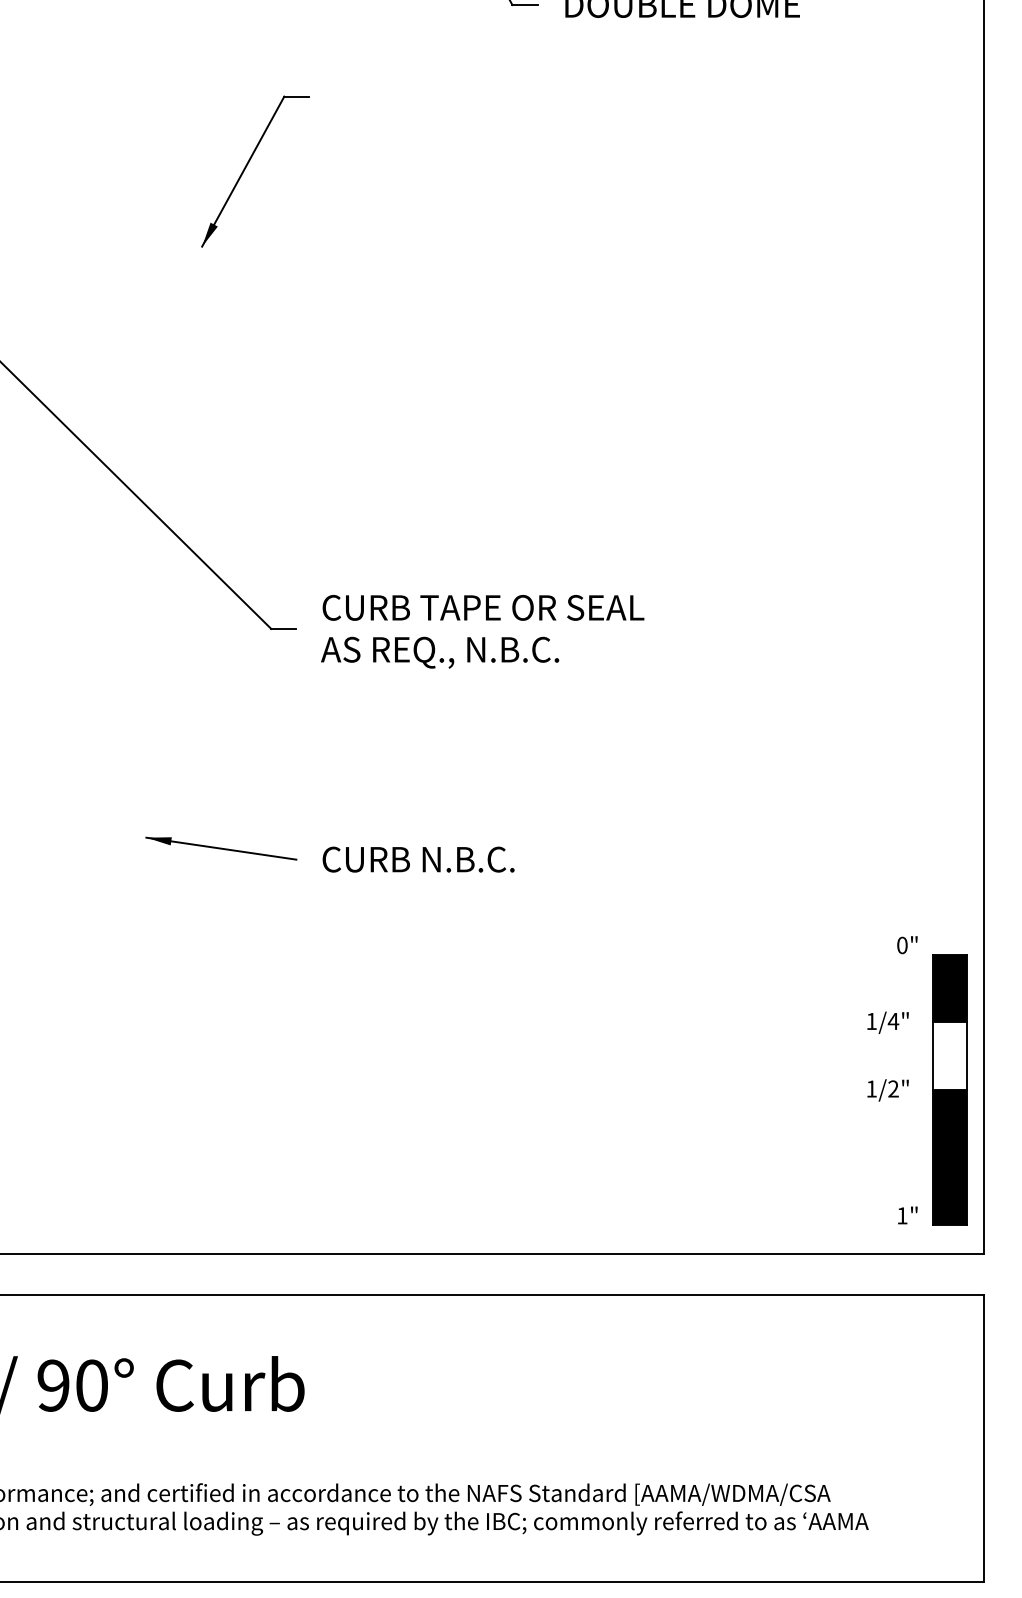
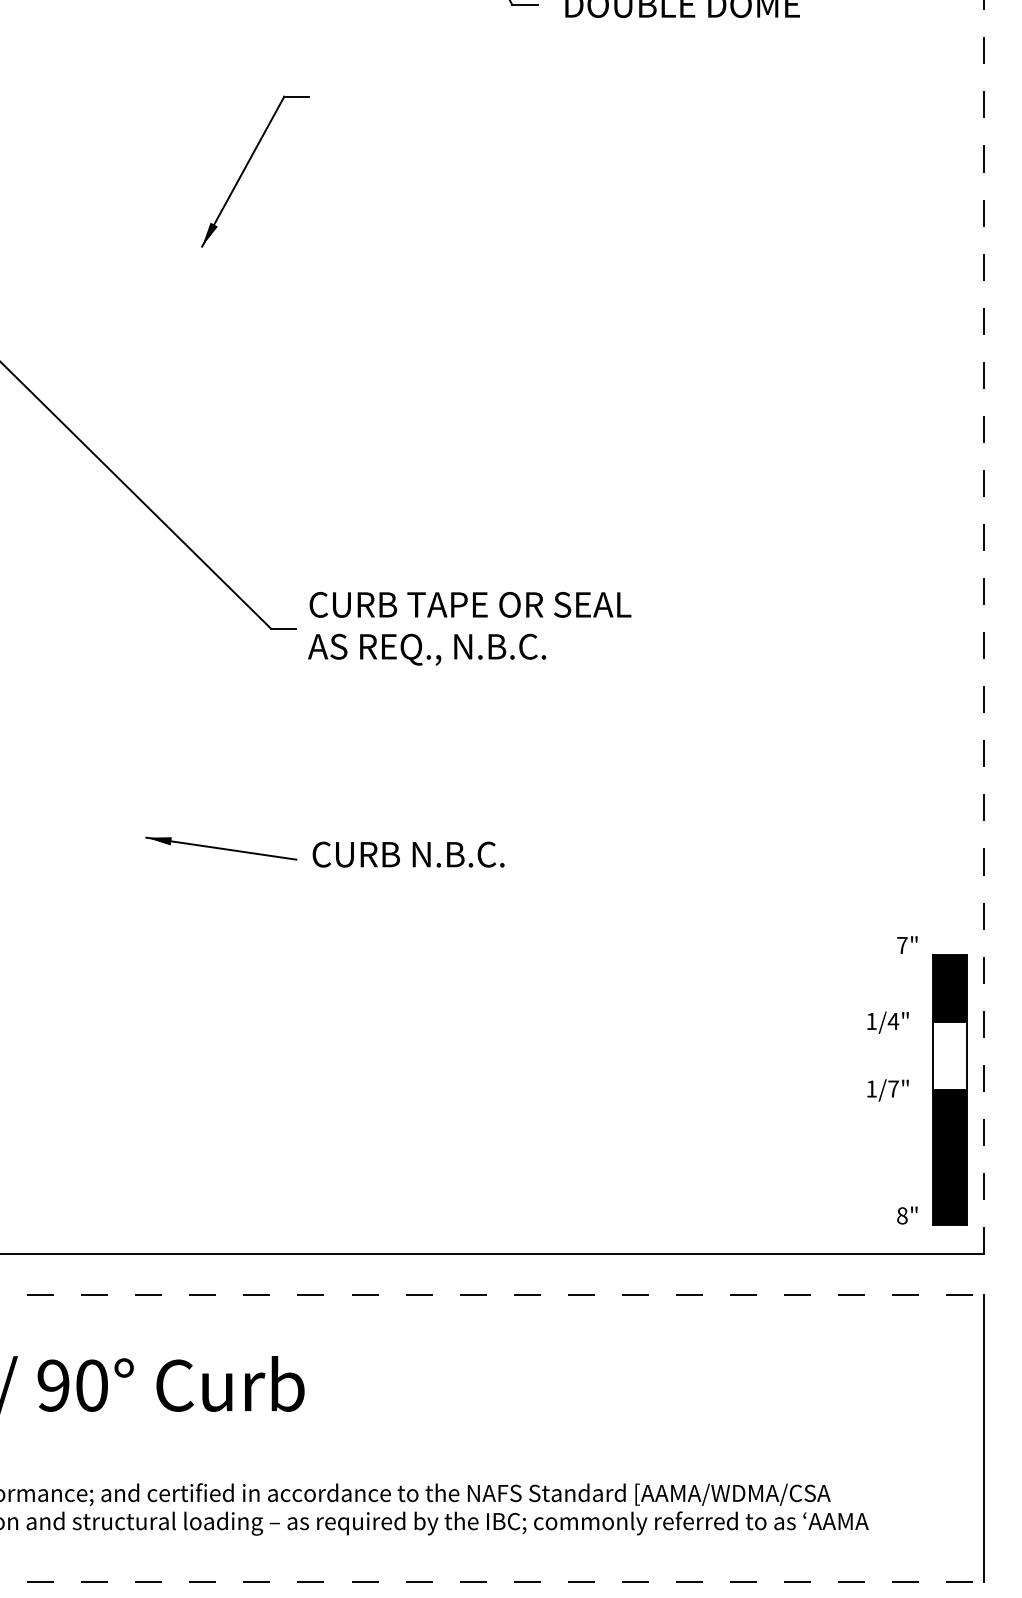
line at (983, 627): solid -> dashed
text at (482, 631) position: (482, 631) -> (469, 628)
text at (418, 859) position: (418, 859) -> (408, 854)
text at (902, 945): 0" -> 7"
text at (893, 1088): 1/2" -> 1/7"
text at (902, 1215): 1" -> 8"
line at (491, 1295): solid -> dashed
line at (491, 1582): solid -> dashed
